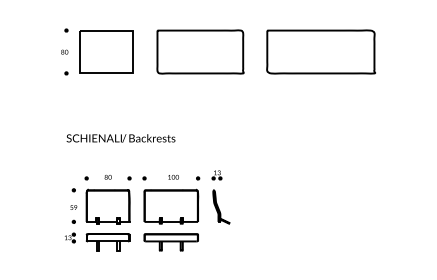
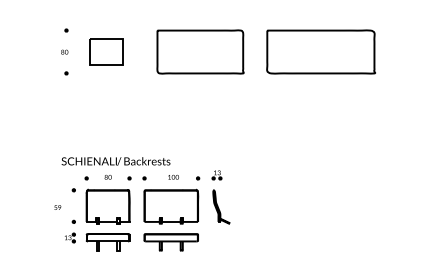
part at (106, 51) size: 55x44 px -> 35x28 px
text at (120, 138) position: (120, 138) -> (115, 161)
text at (73, 207) position: (73, 207) -> (57, 207)
